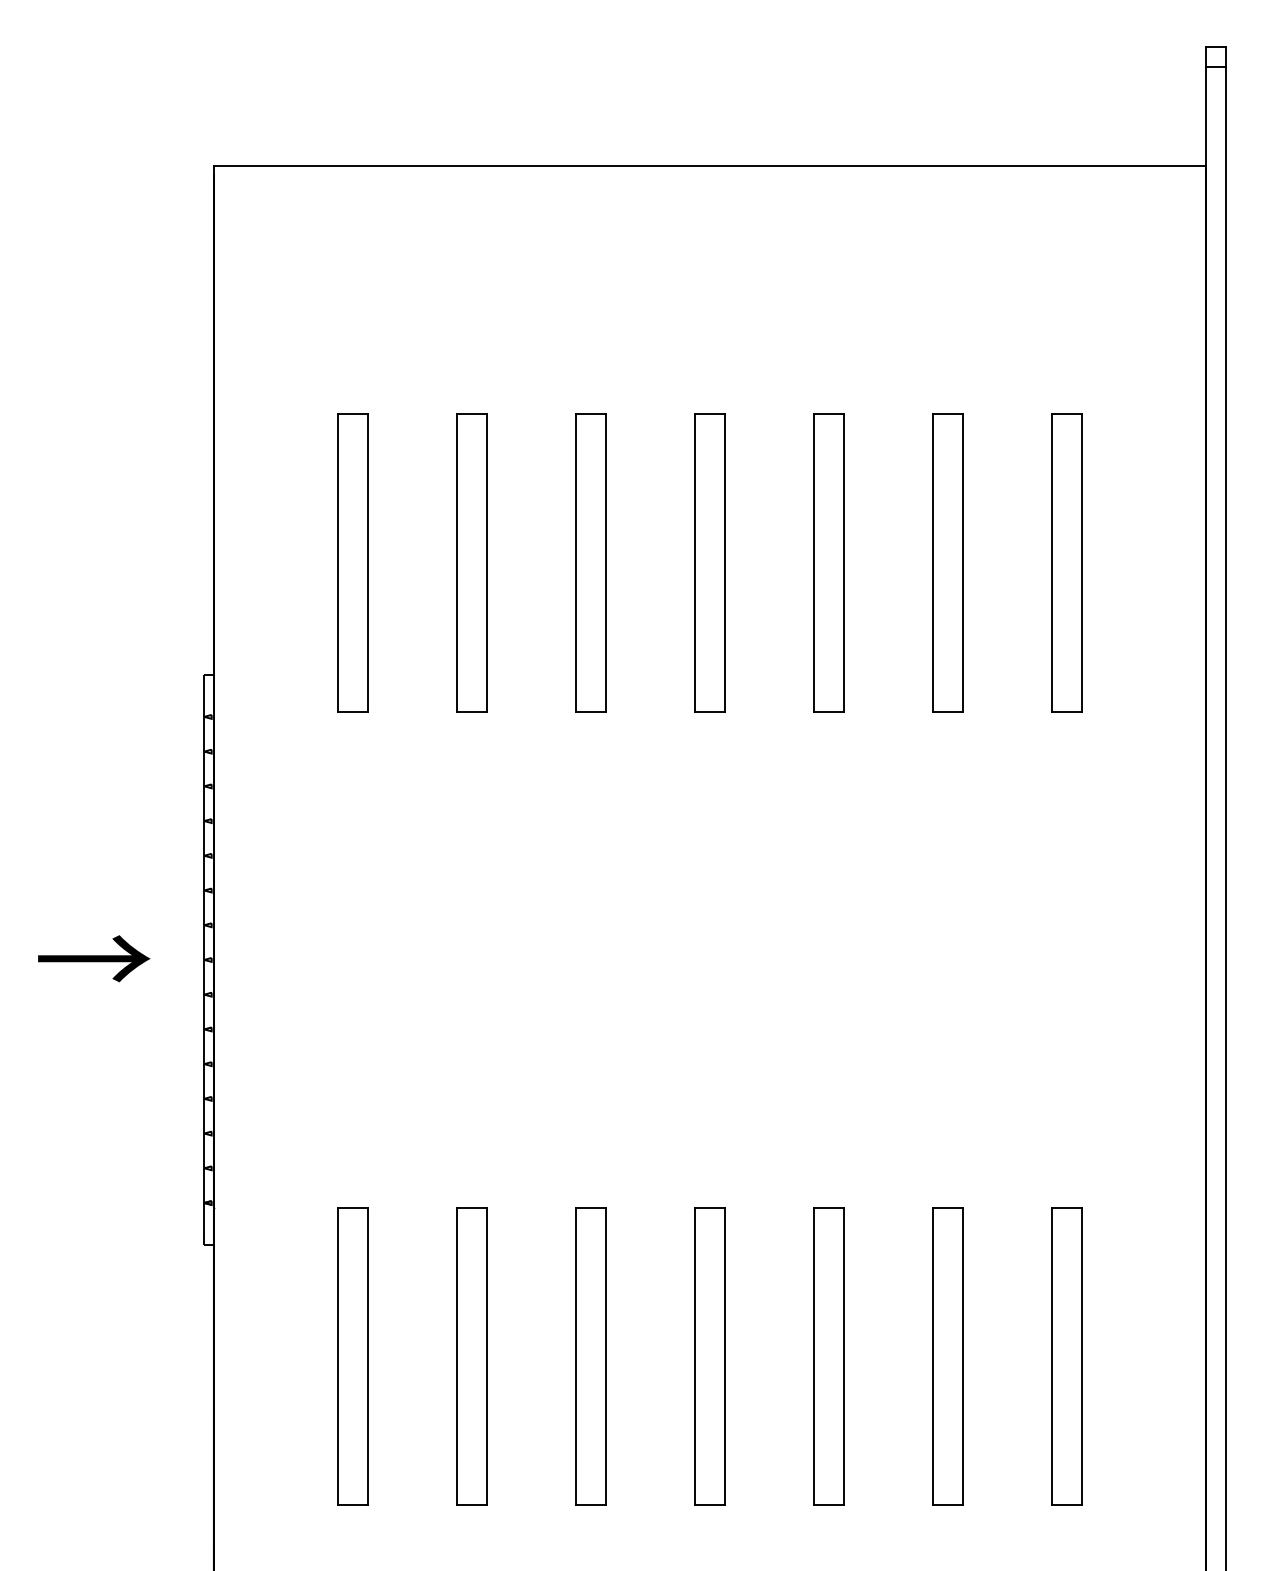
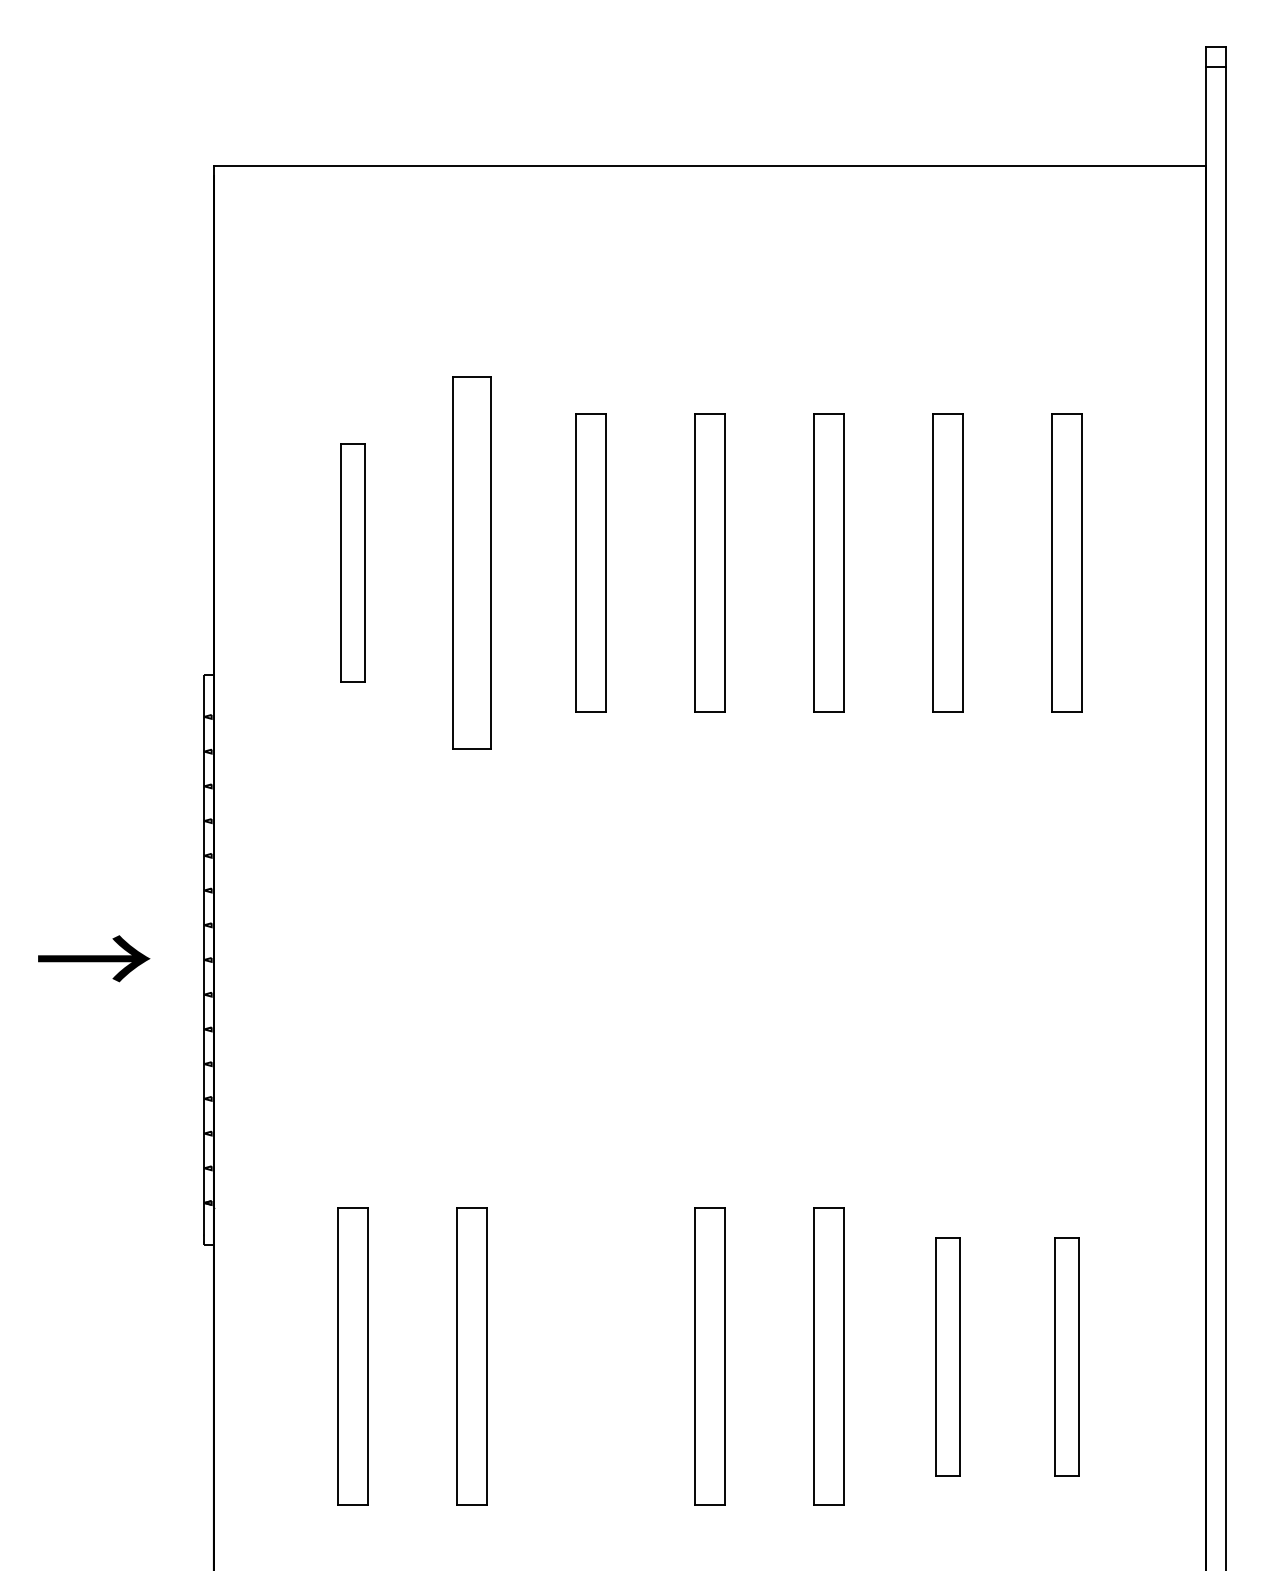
part at (352, 562) size: 32x300 px -> 26x240 px
part at (471, 562) size: 32x300 px -> 40x374 px
part at (590, 1356): present -> none
part at (947, 1356) size: 32x299 px -> 26x240 px
part at (1066, 1356) size: 32x299 px -> 26x240 px
